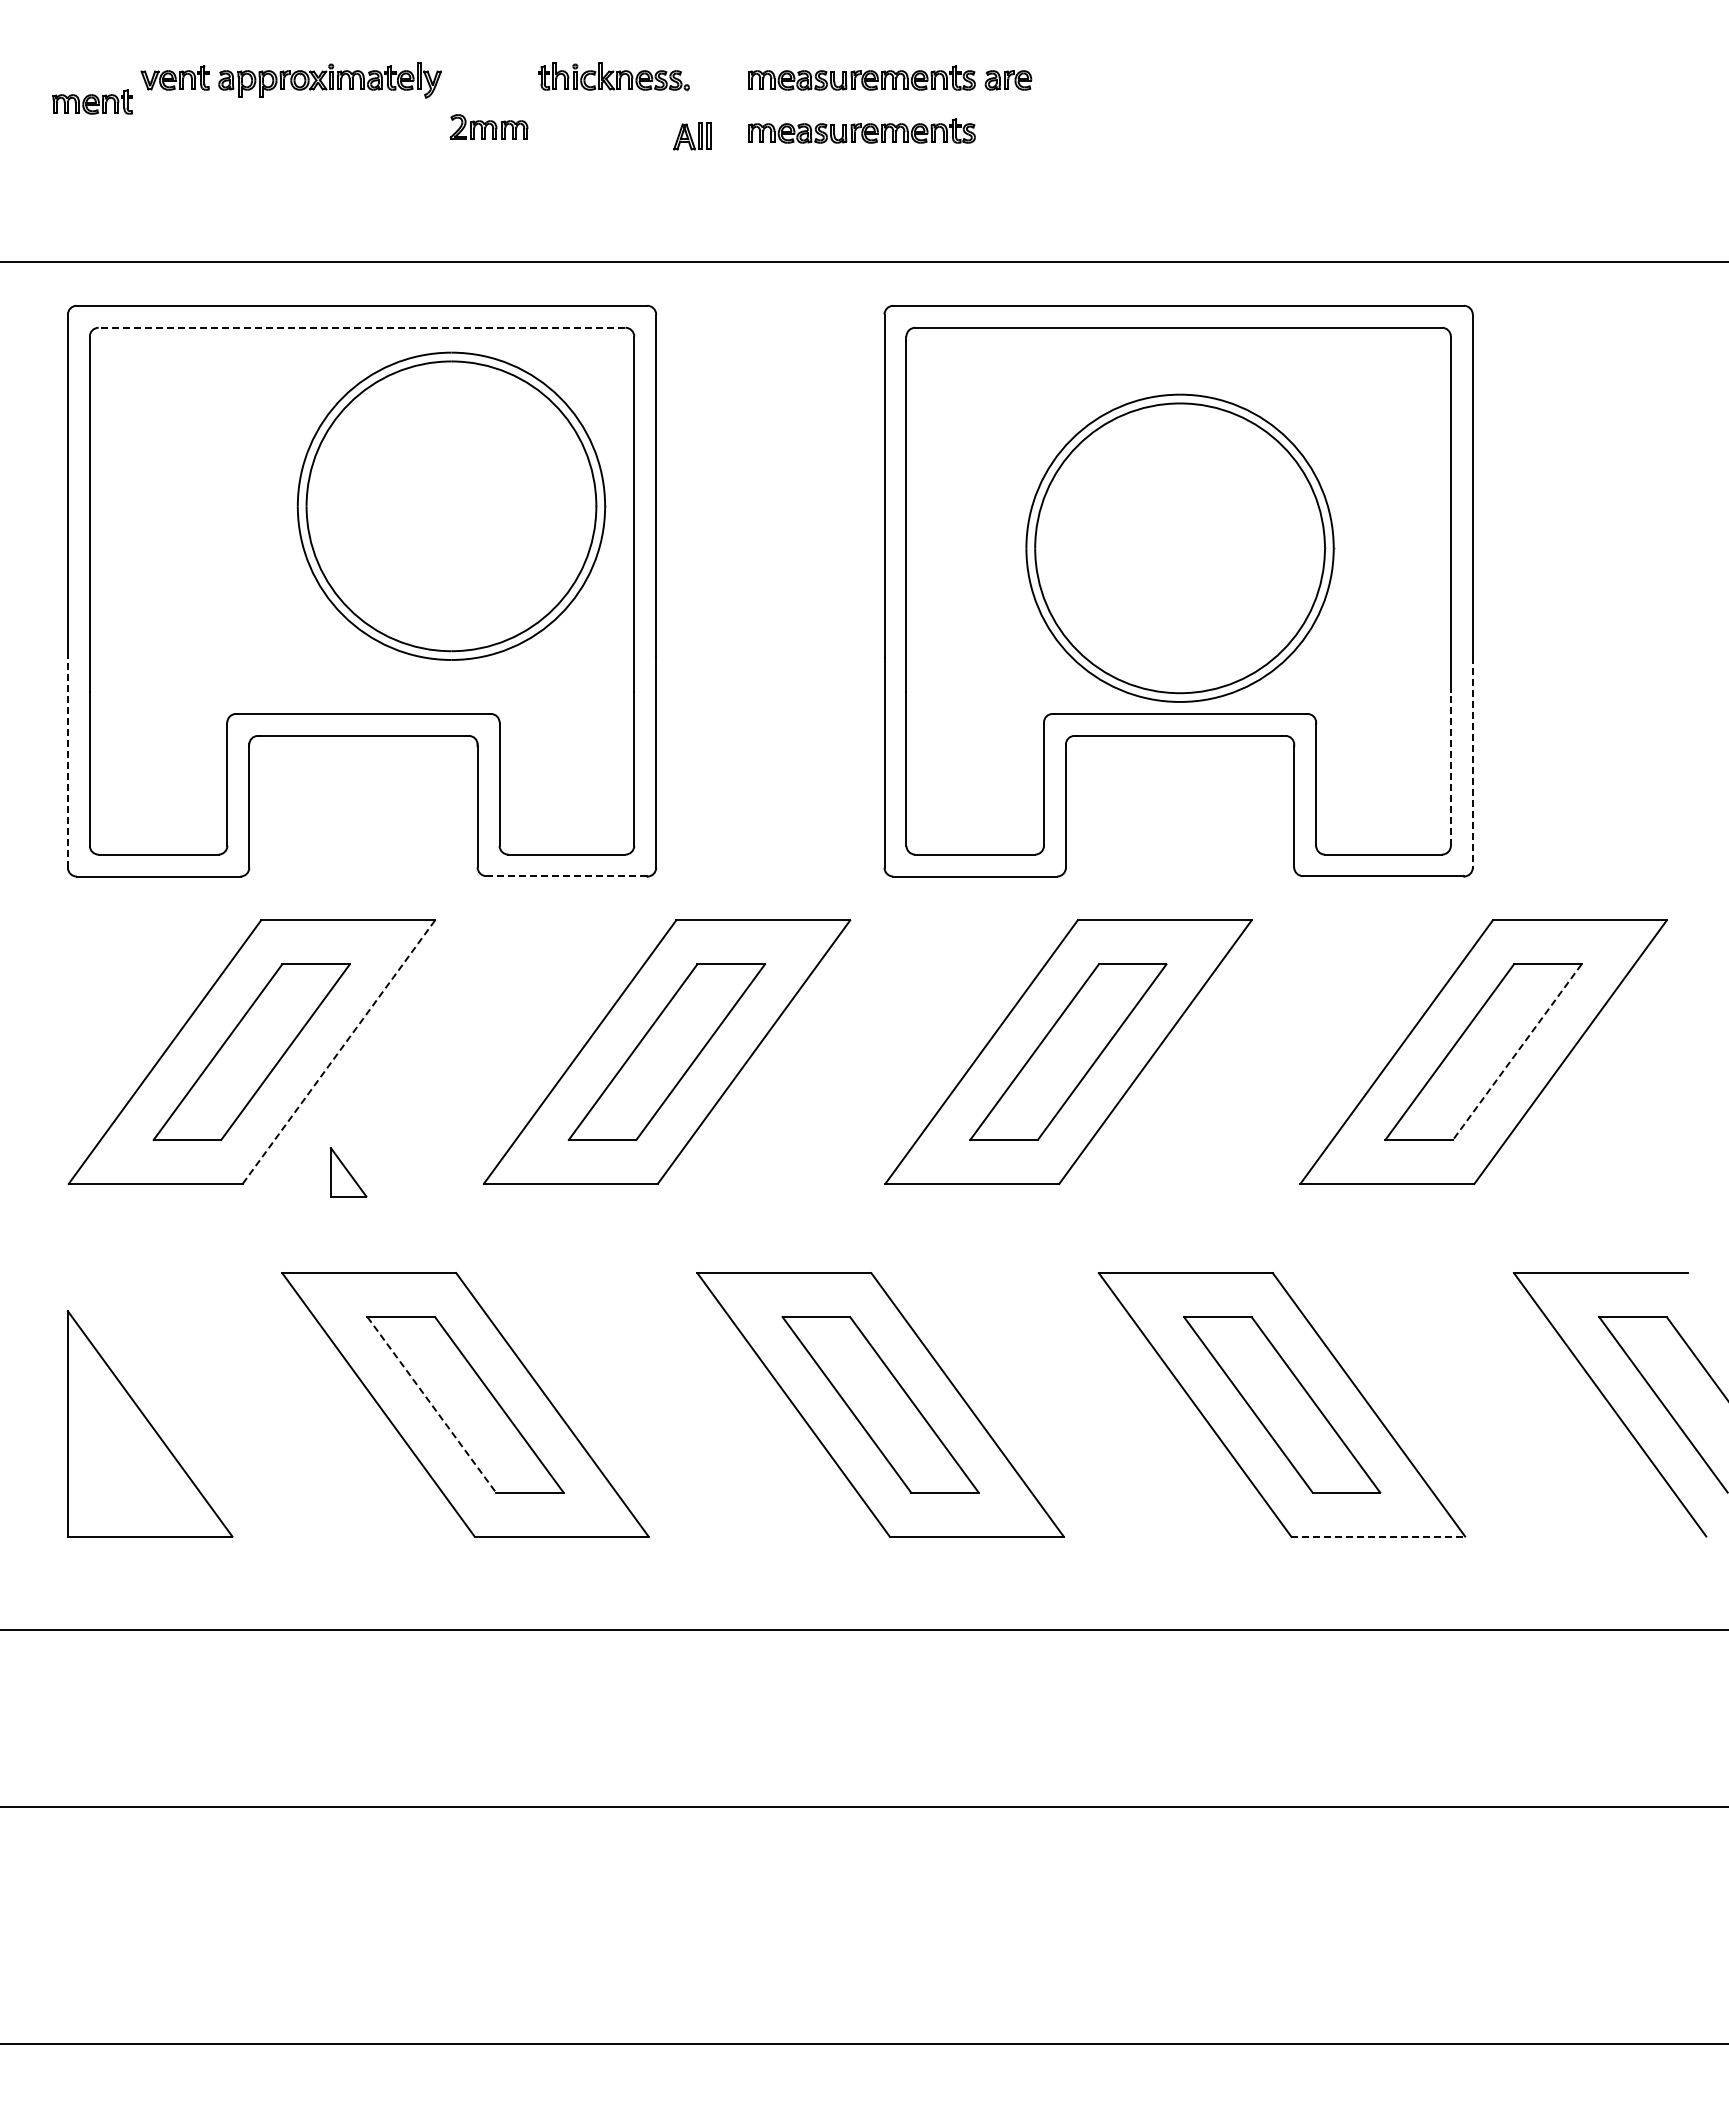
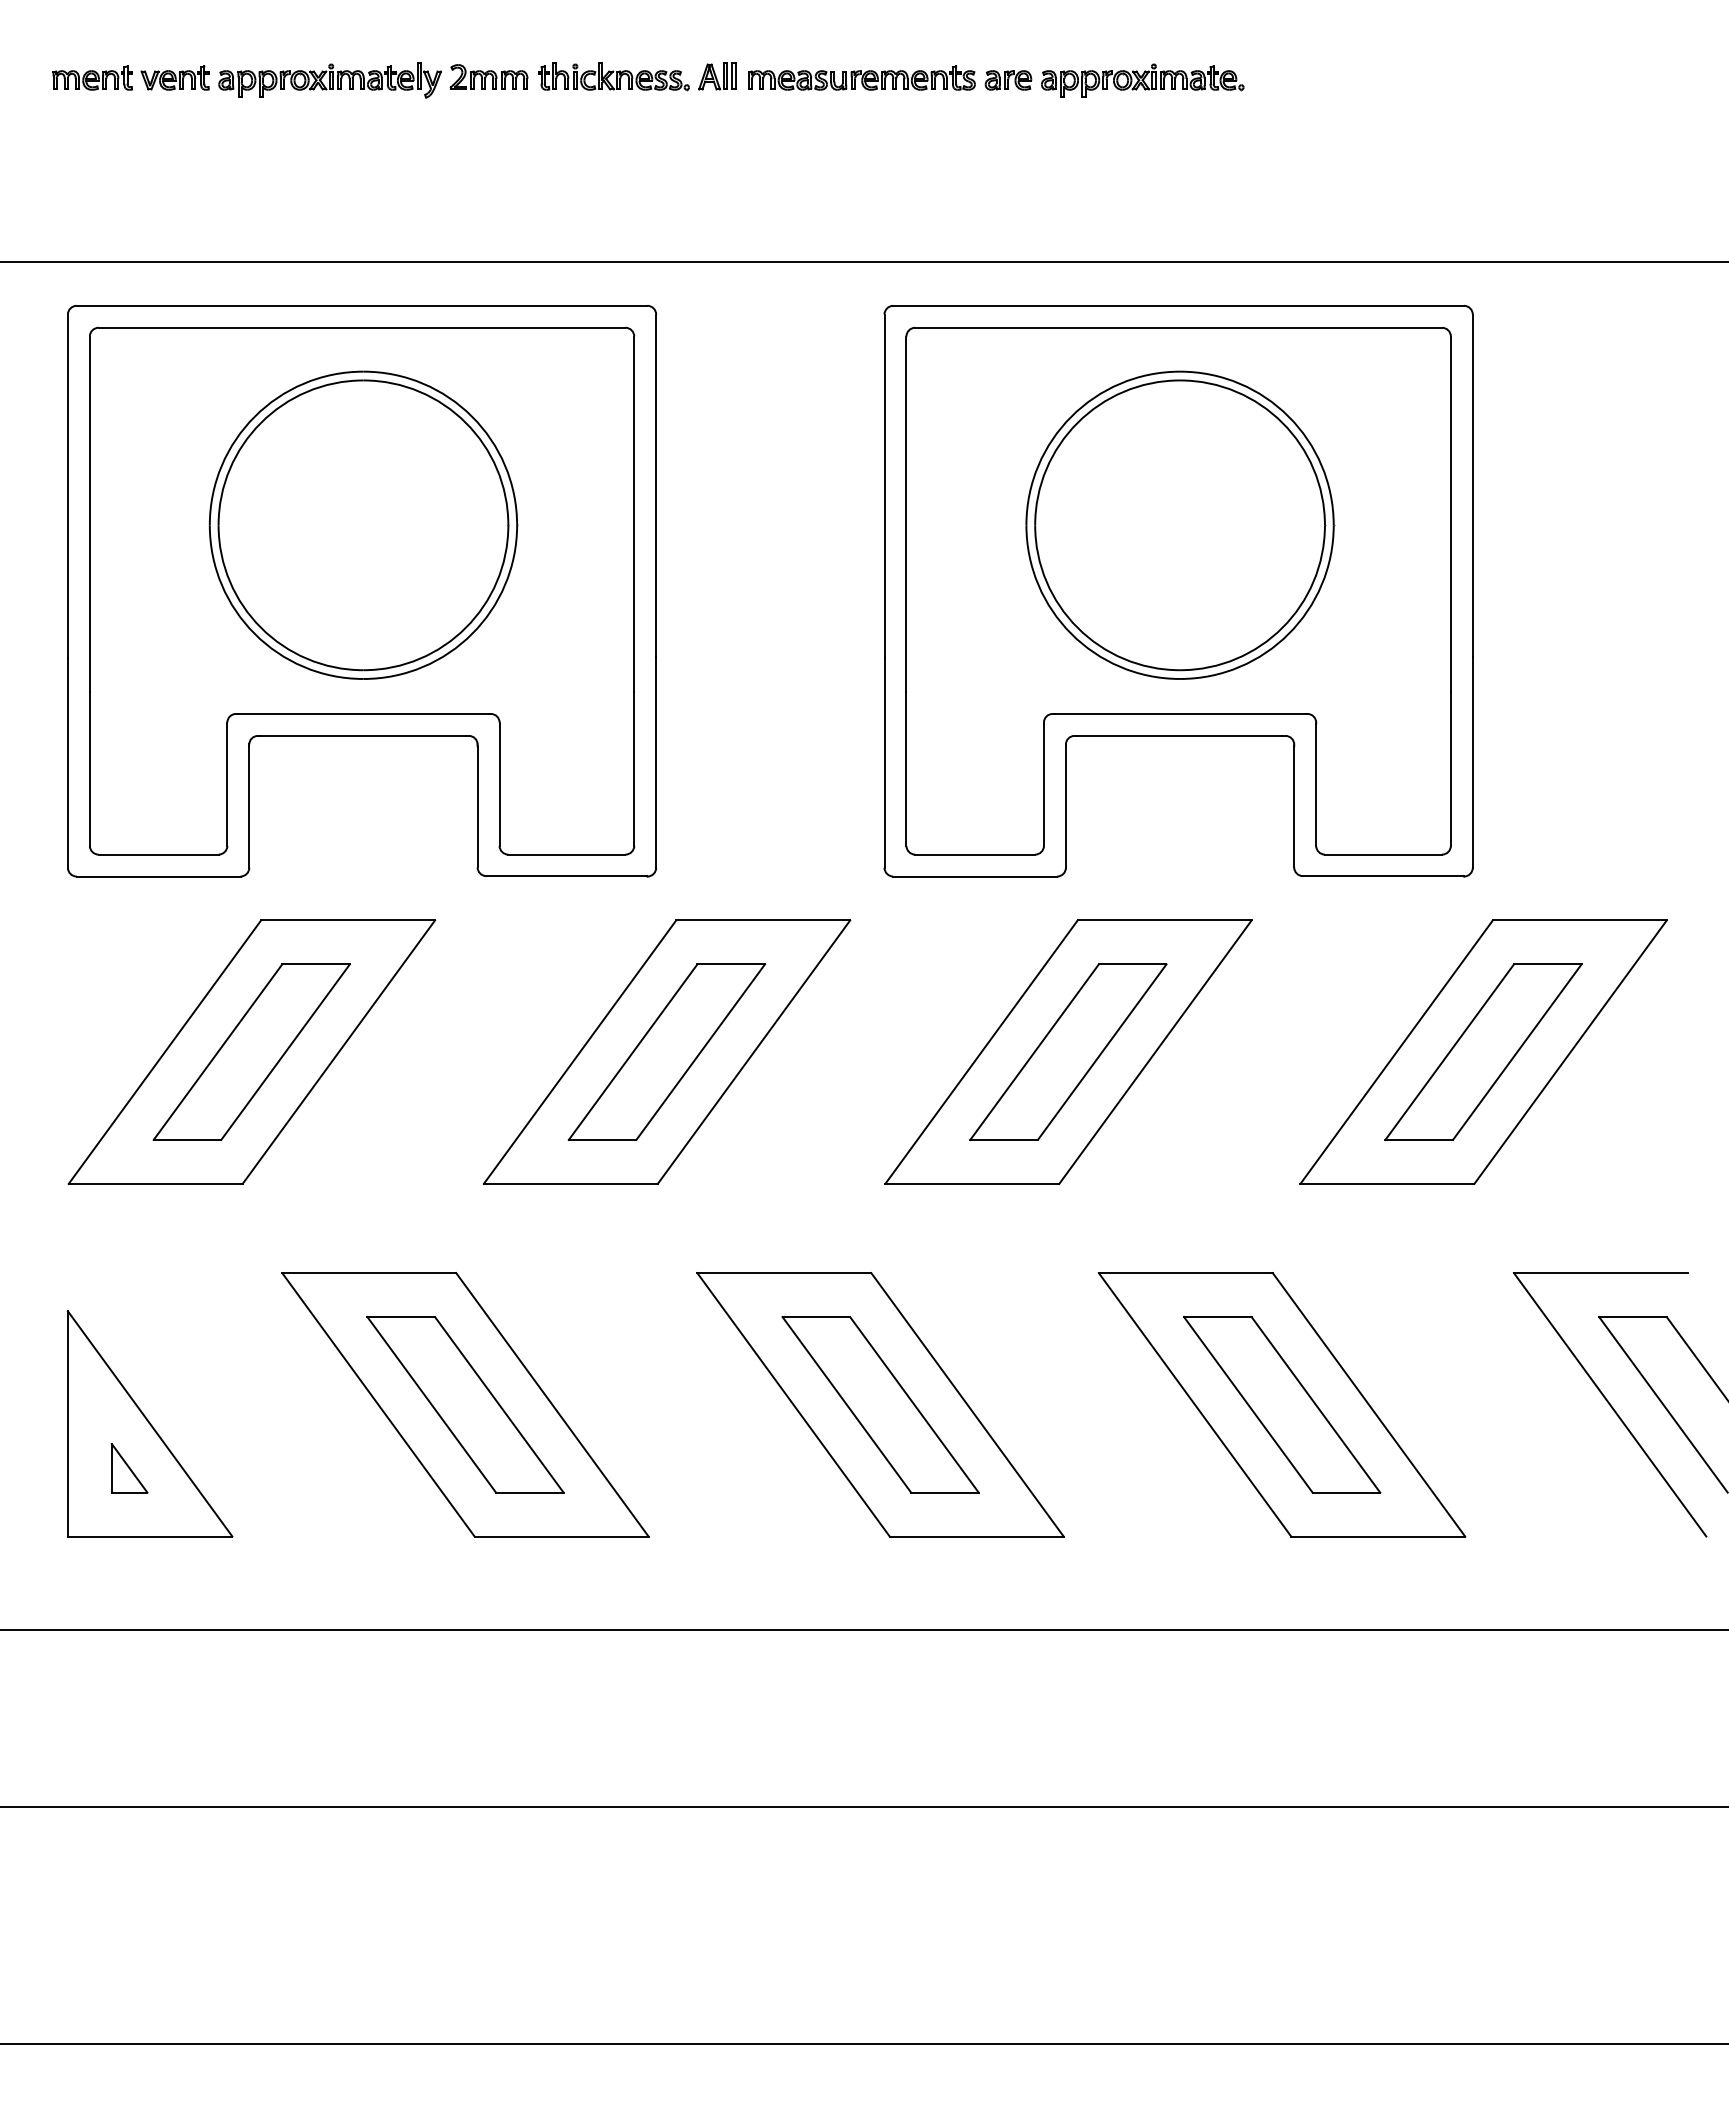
part at (1142, 80): none -> present
part at (92, 101) position: (92, 101) -> (92, 77)
part at (488, 126) position: (488, 126) -> (488, 76)
part at (861, 130): present -> none
part at (692, 136) position: (692, 136) -> (717, 76)
line at (361, 327): dashed -> solid
part at (451, 505) position: (451, 505) -> (363, 524)
part at (1180, 547) position: (1180, 547) -> (1180, 524)
line at (67, 762): dashed -> solid
line at (1472, 762): dashed -> solid
line at (1450, 768): dashed -> solid
line at (566, 876): dashed -> solid
line at (338, 1052): dashed -> solid
line at (1517, 1052): dashed -> solid
part at (348, 1172) position: (348, 1172) -> (129, 1468)
line at (431, 1404): dashed -> solid
line at (1378, 1536): dashed -> solid
